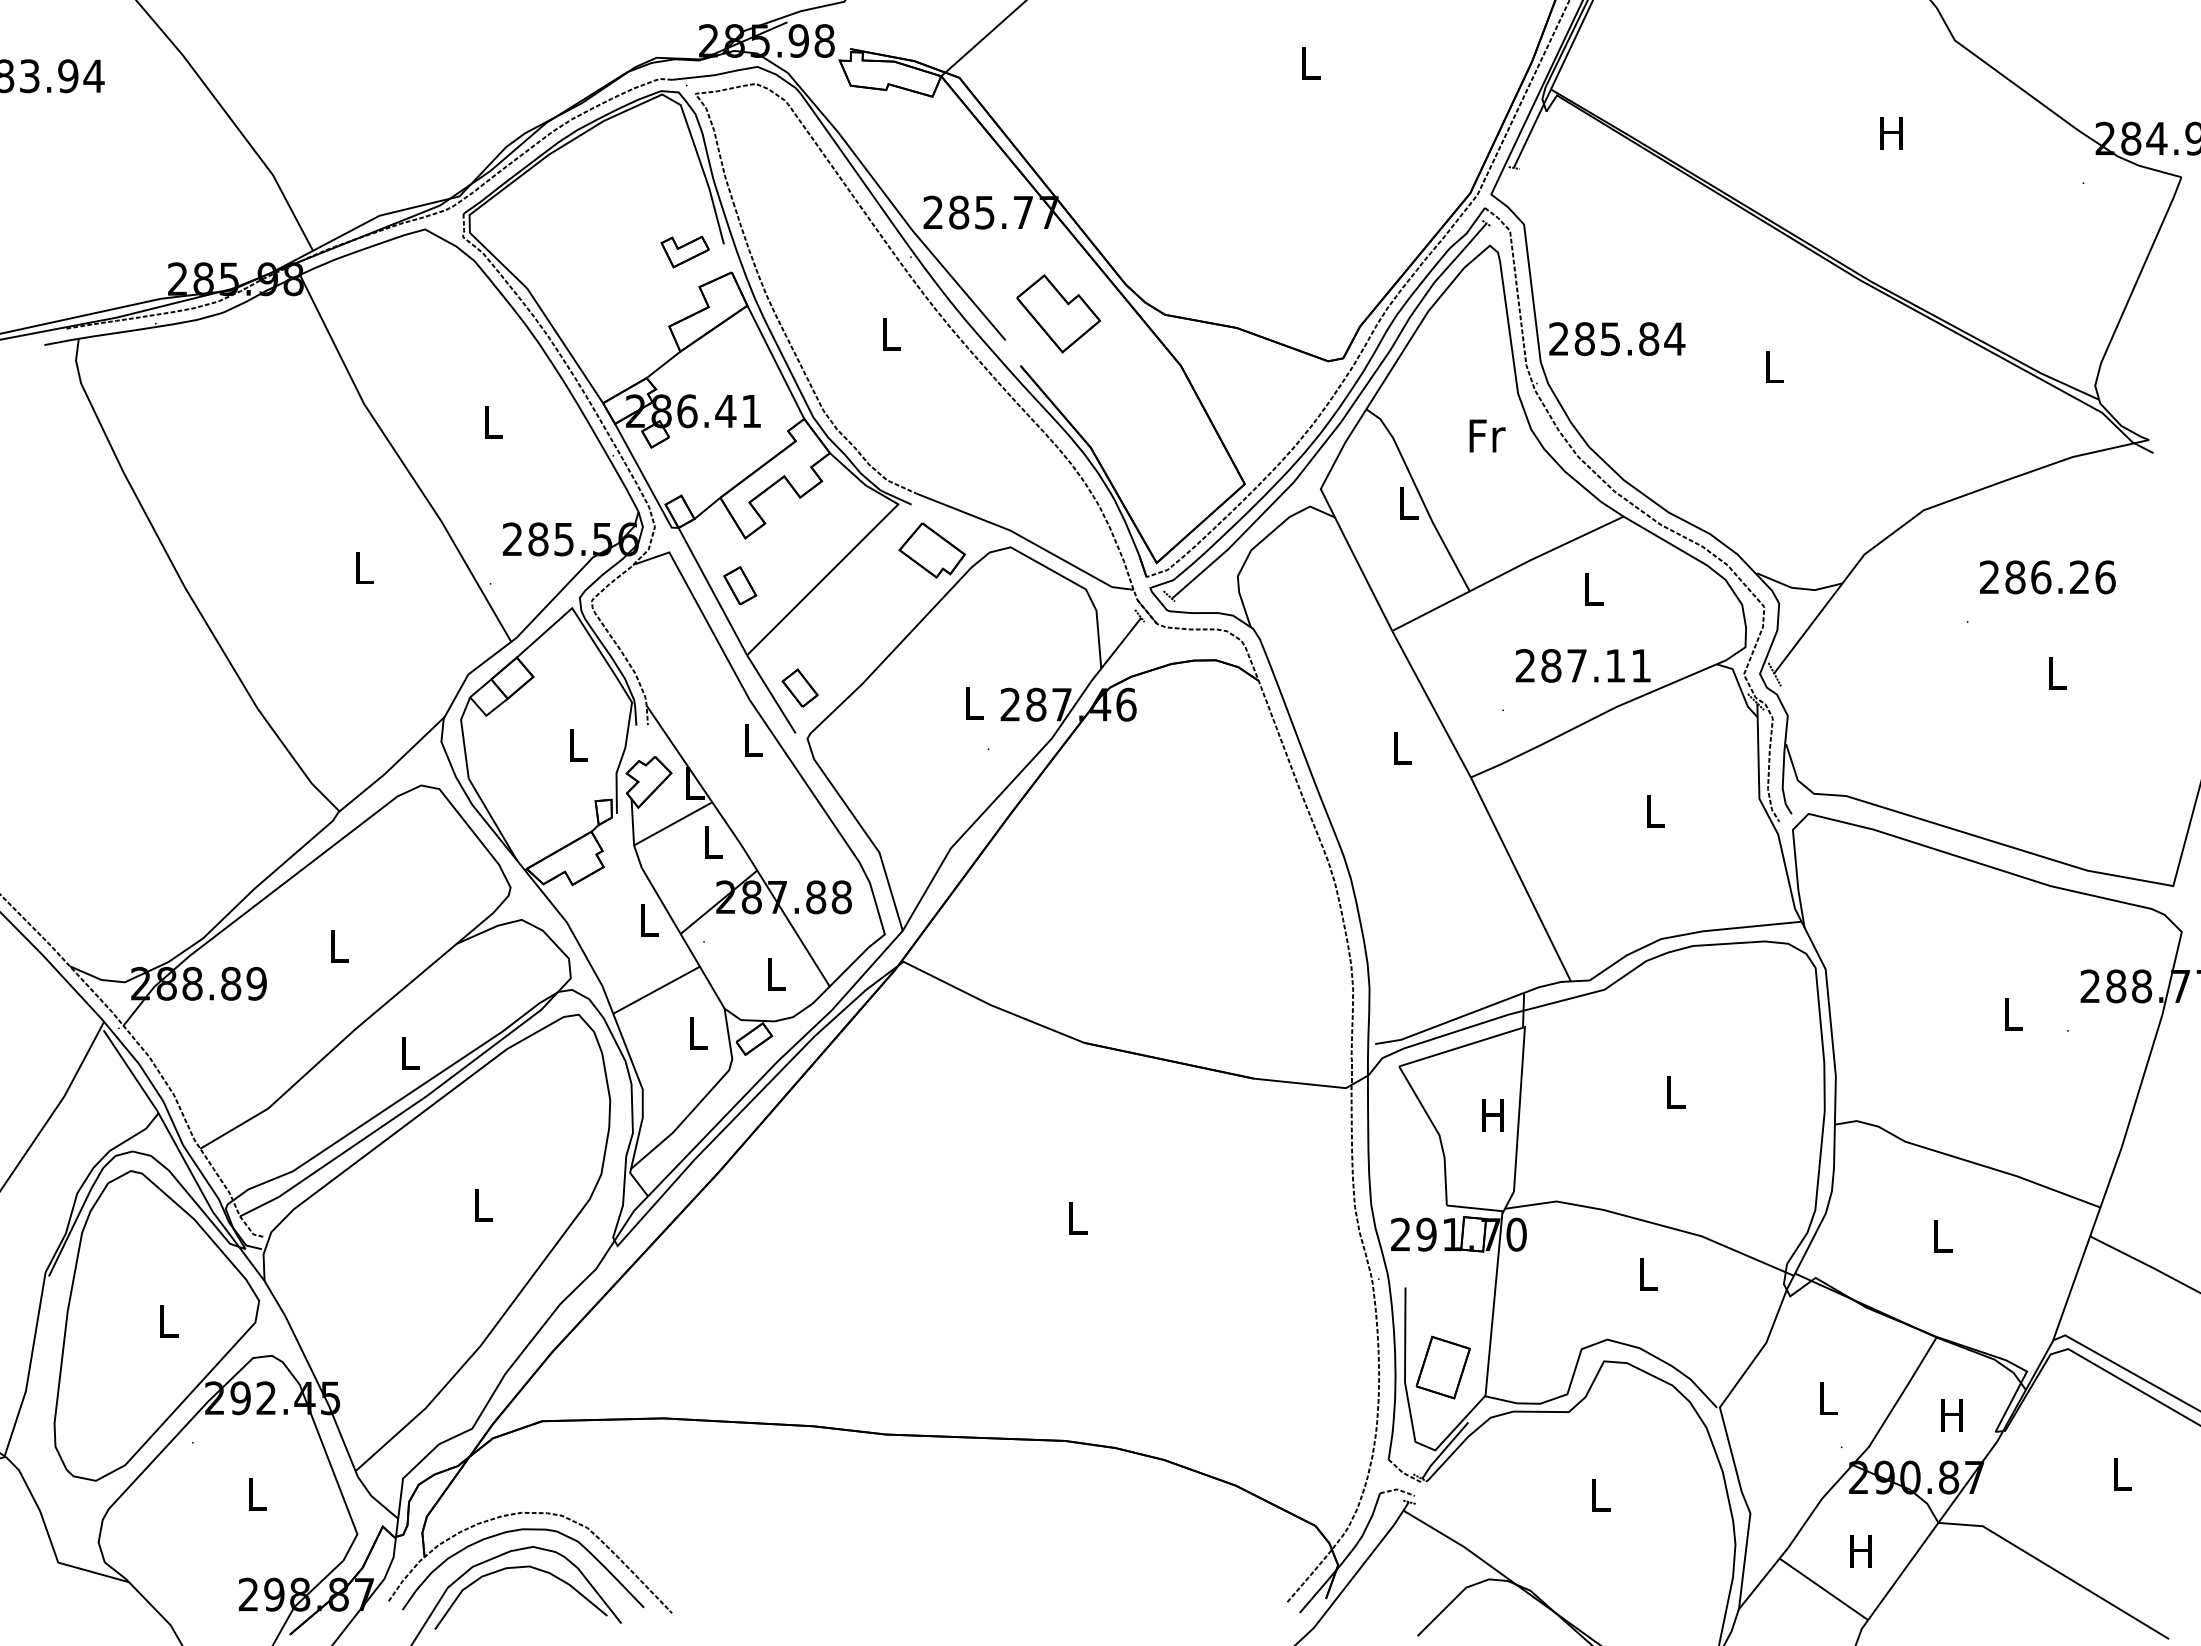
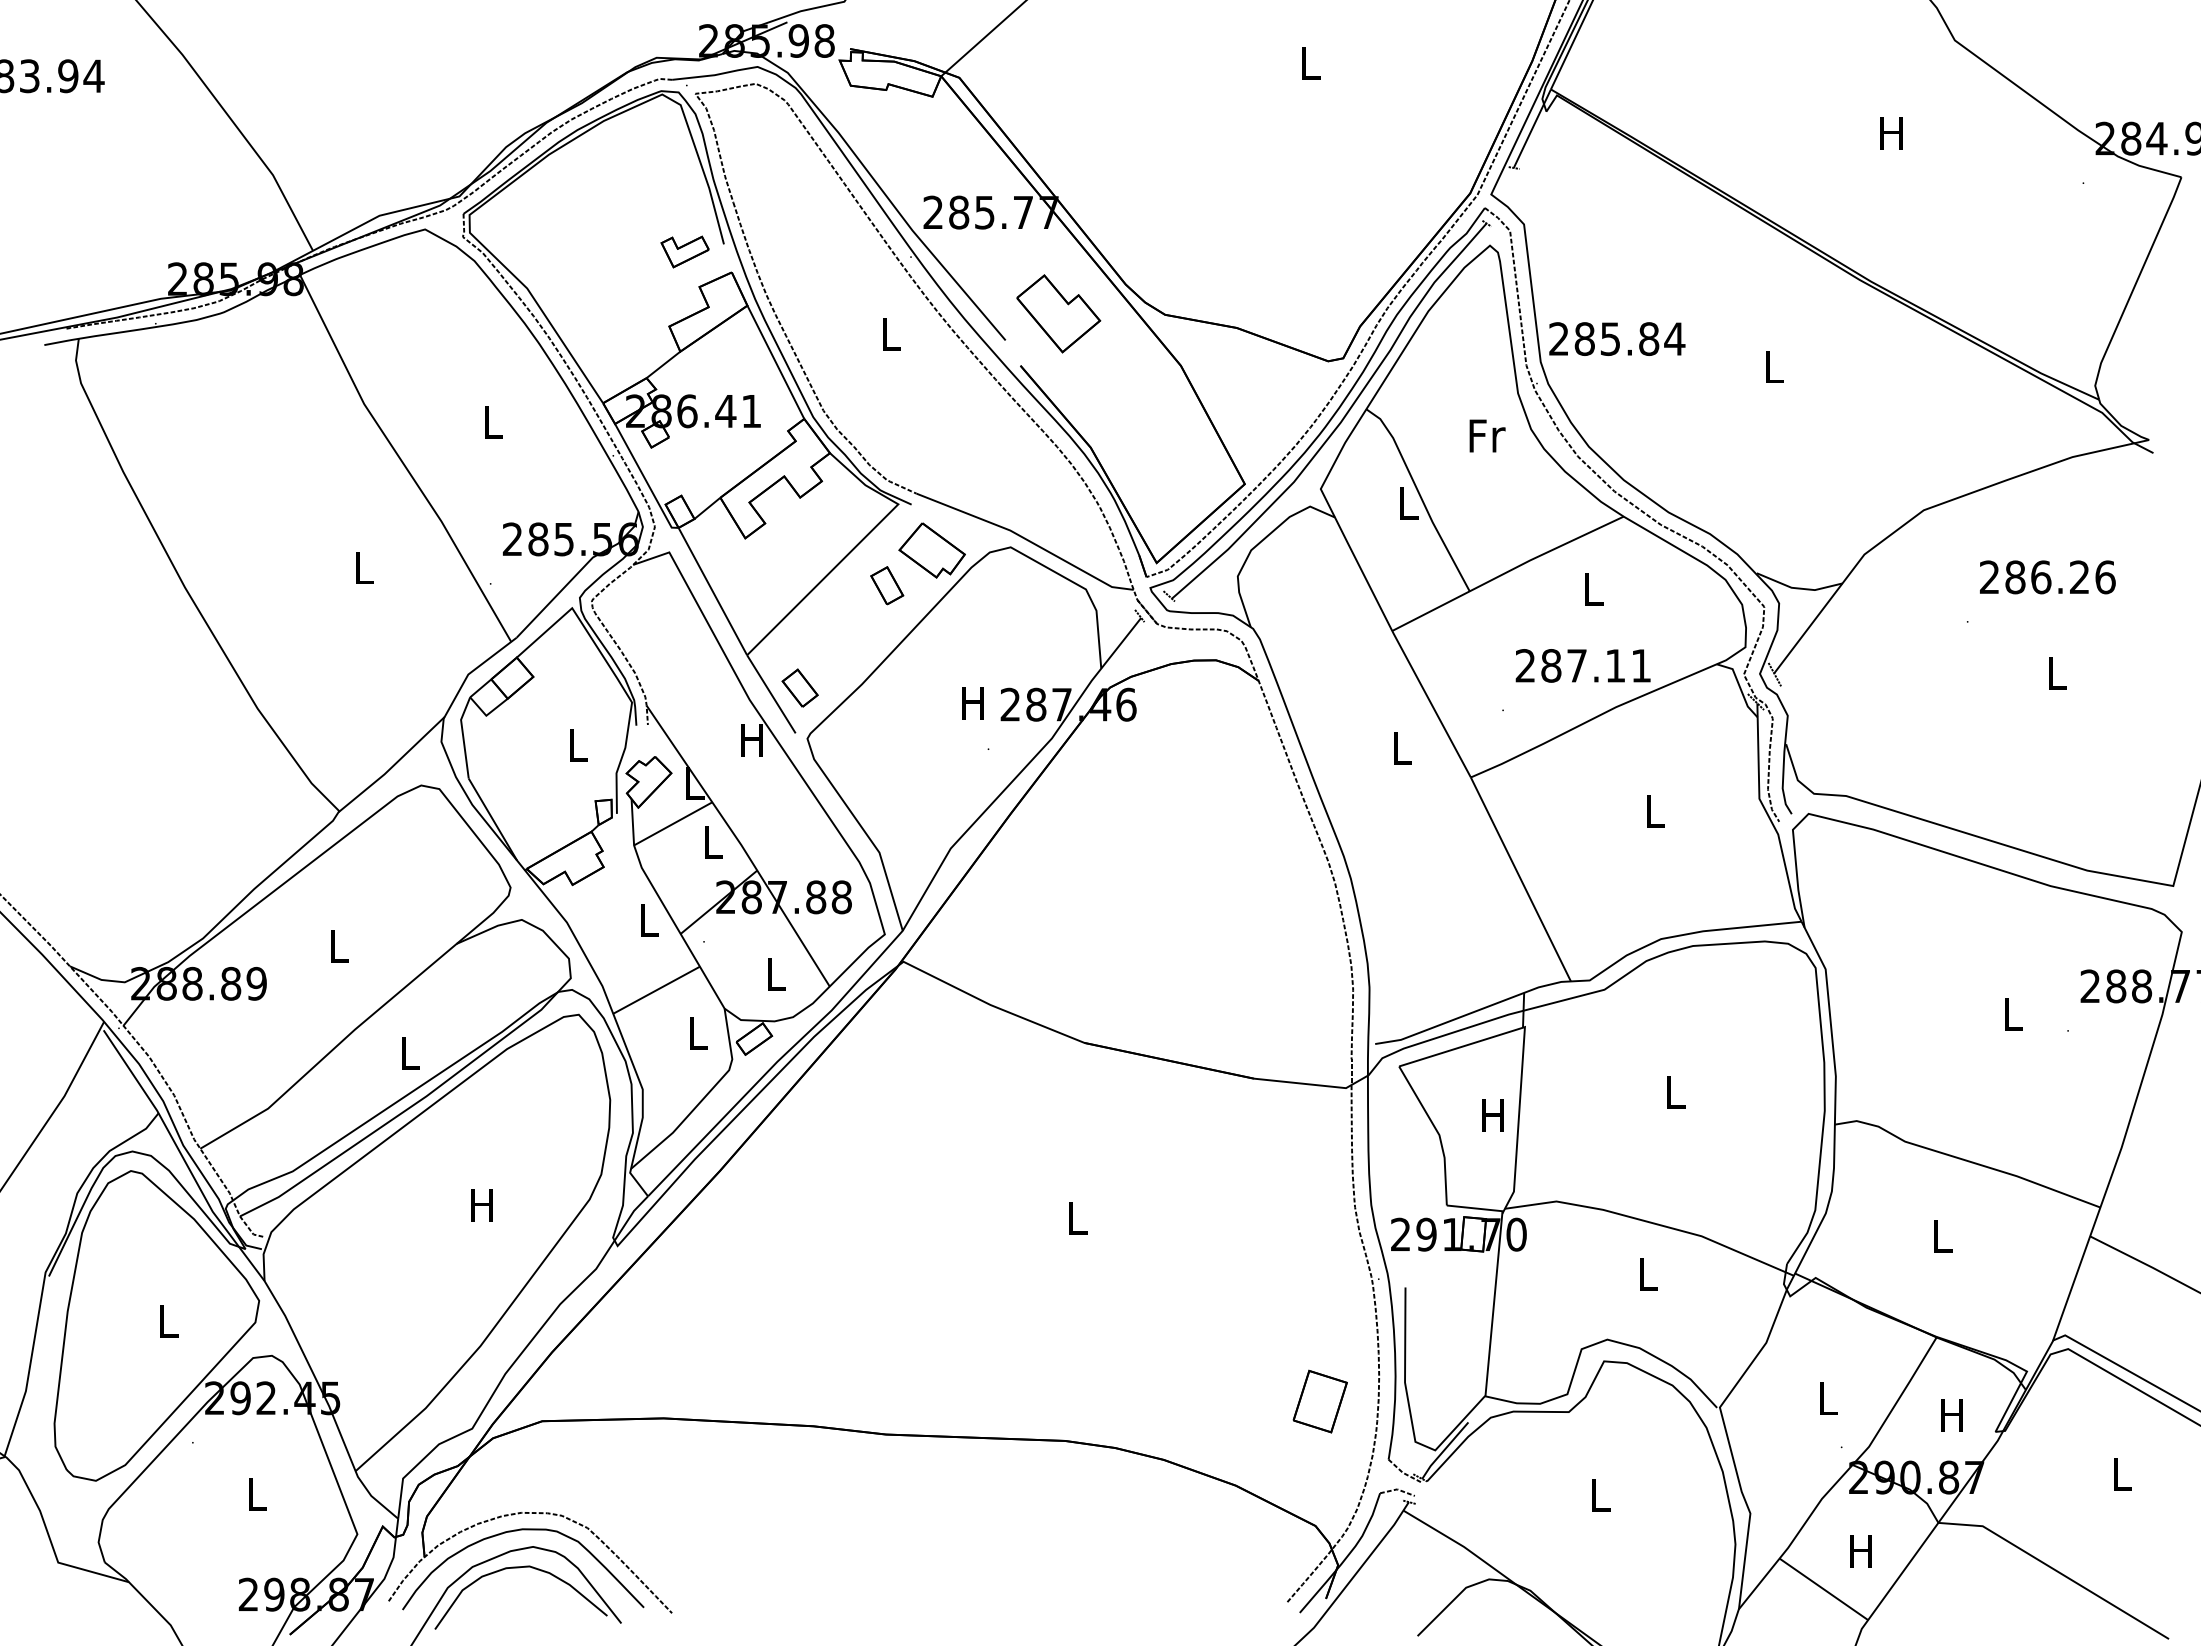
part at (740, 585) position: (740, 585) -> (887, 585)
text at (972, 703): L -> H
text at (751, 740): L -> H
text at (481, 1205): L -> H
part at (1442, 1367) position: (1442, 1367) -> (1319, 1401)
